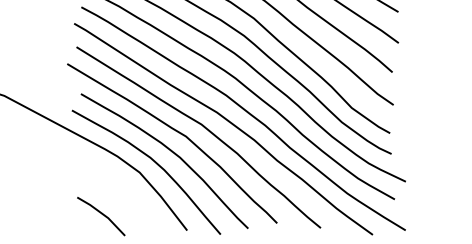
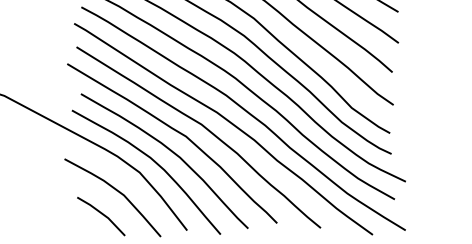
curve at (116, 191): none -> present
